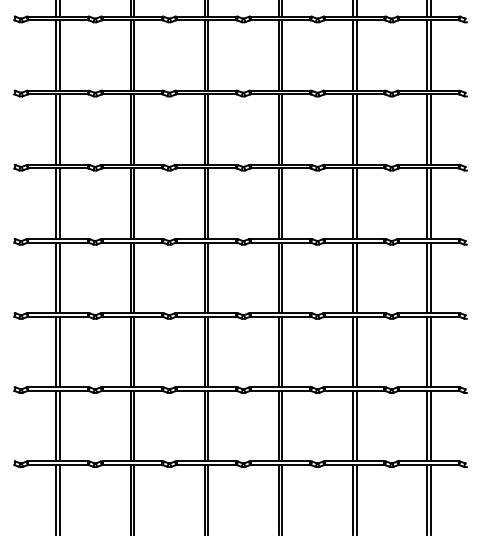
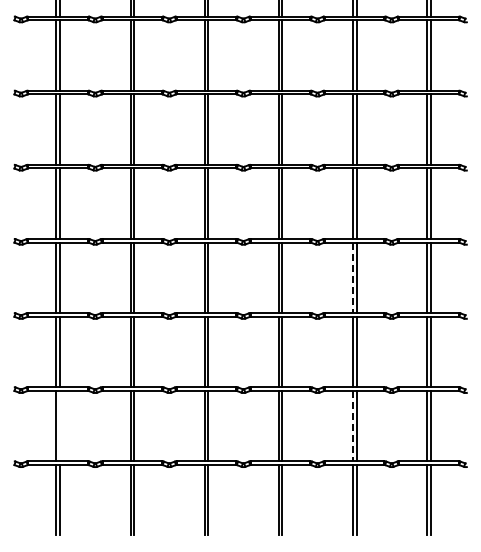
line at (352, 278): solid -> dashed
line at (60, 425): present -> none
line at (352, 426): solid -> dashed
